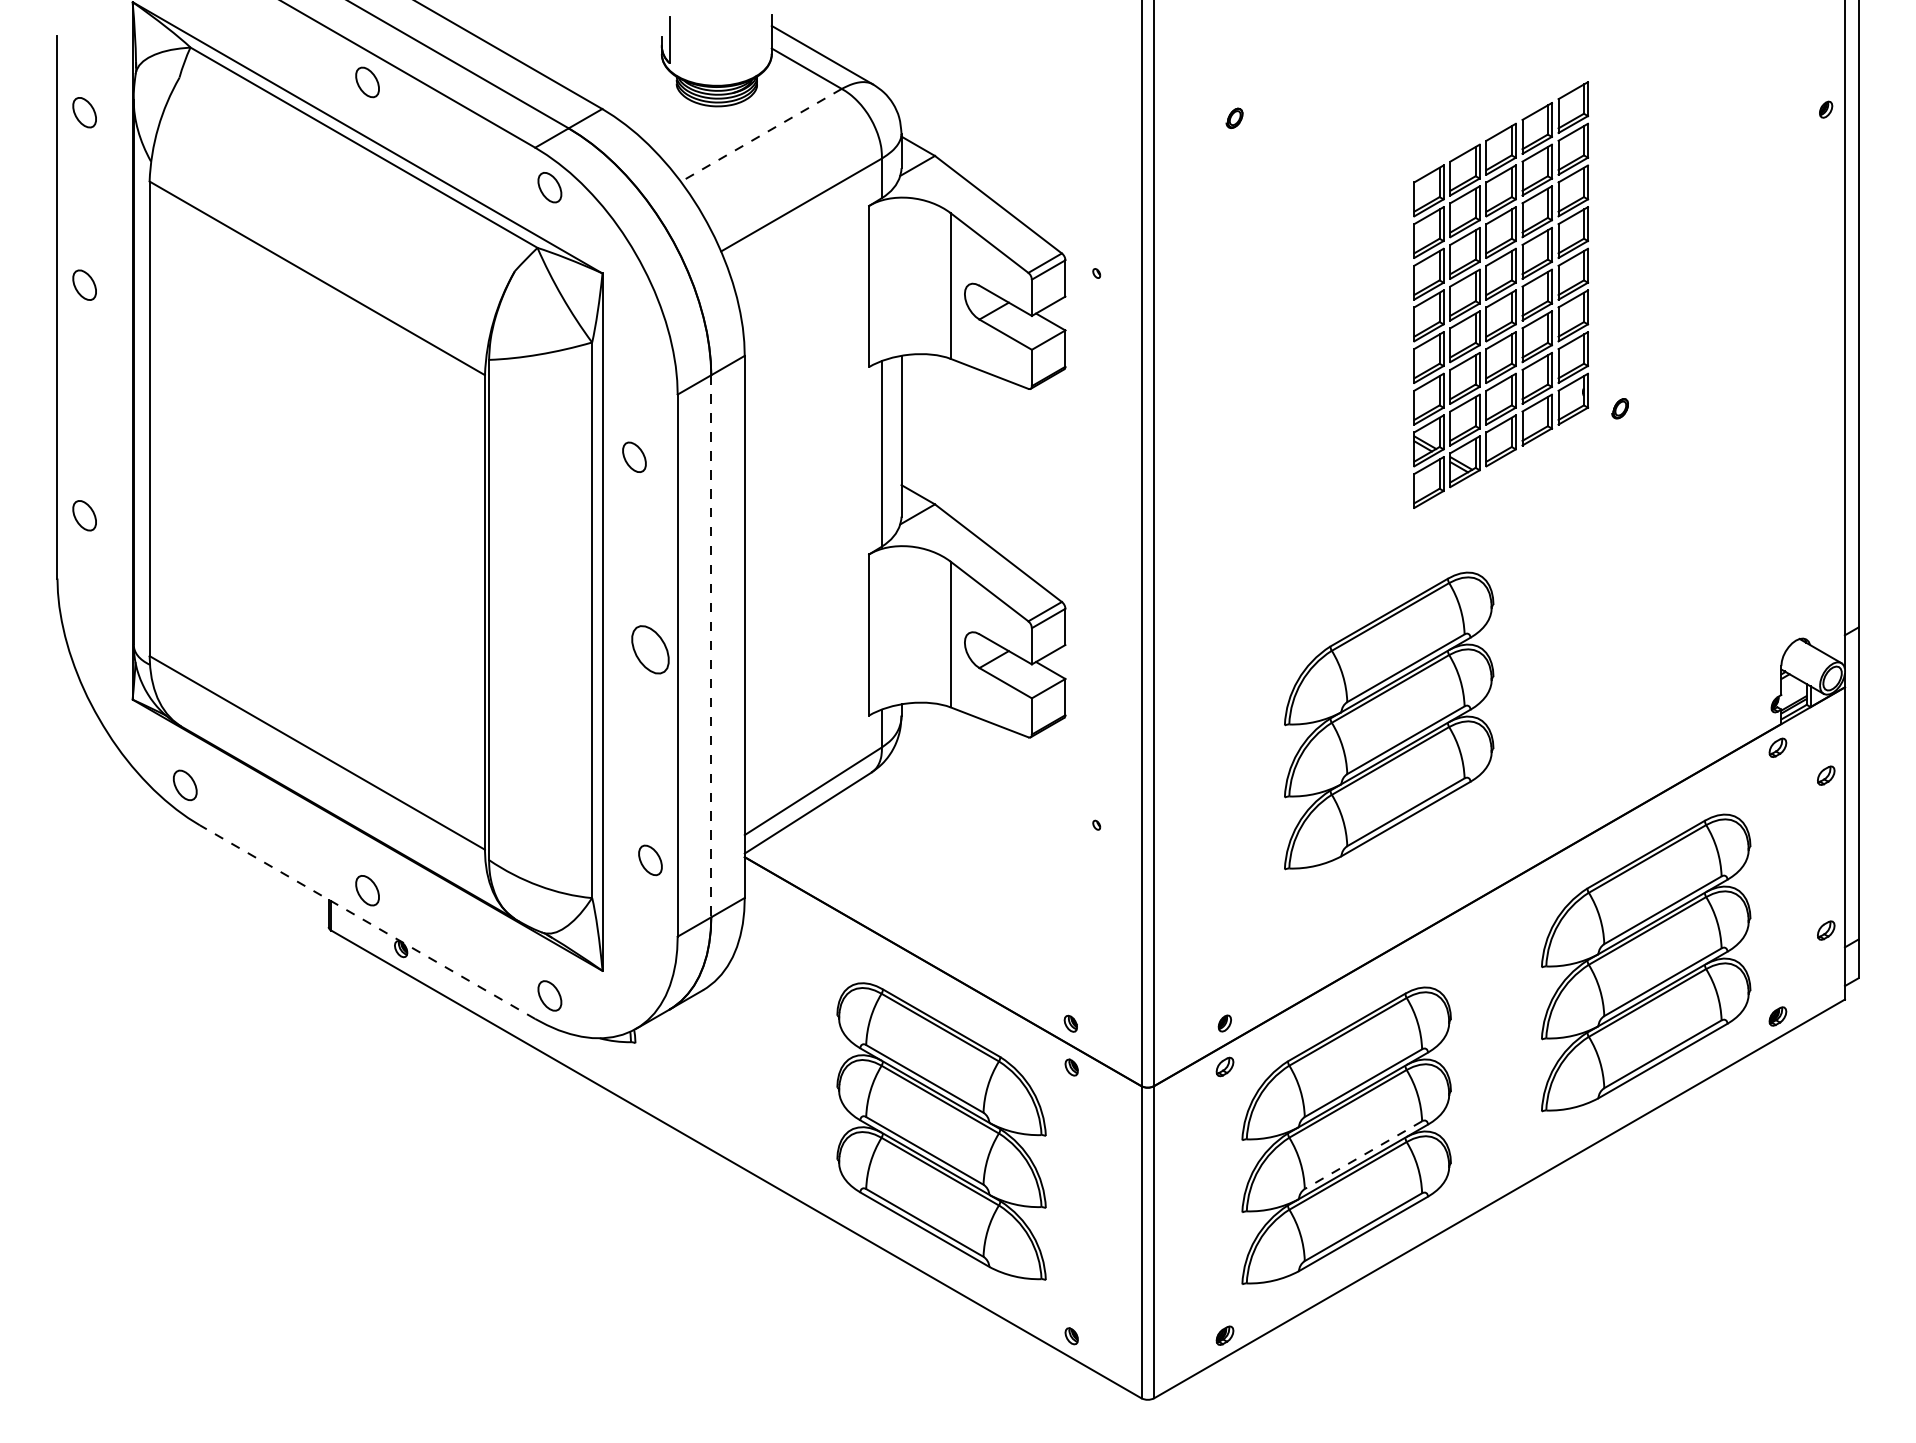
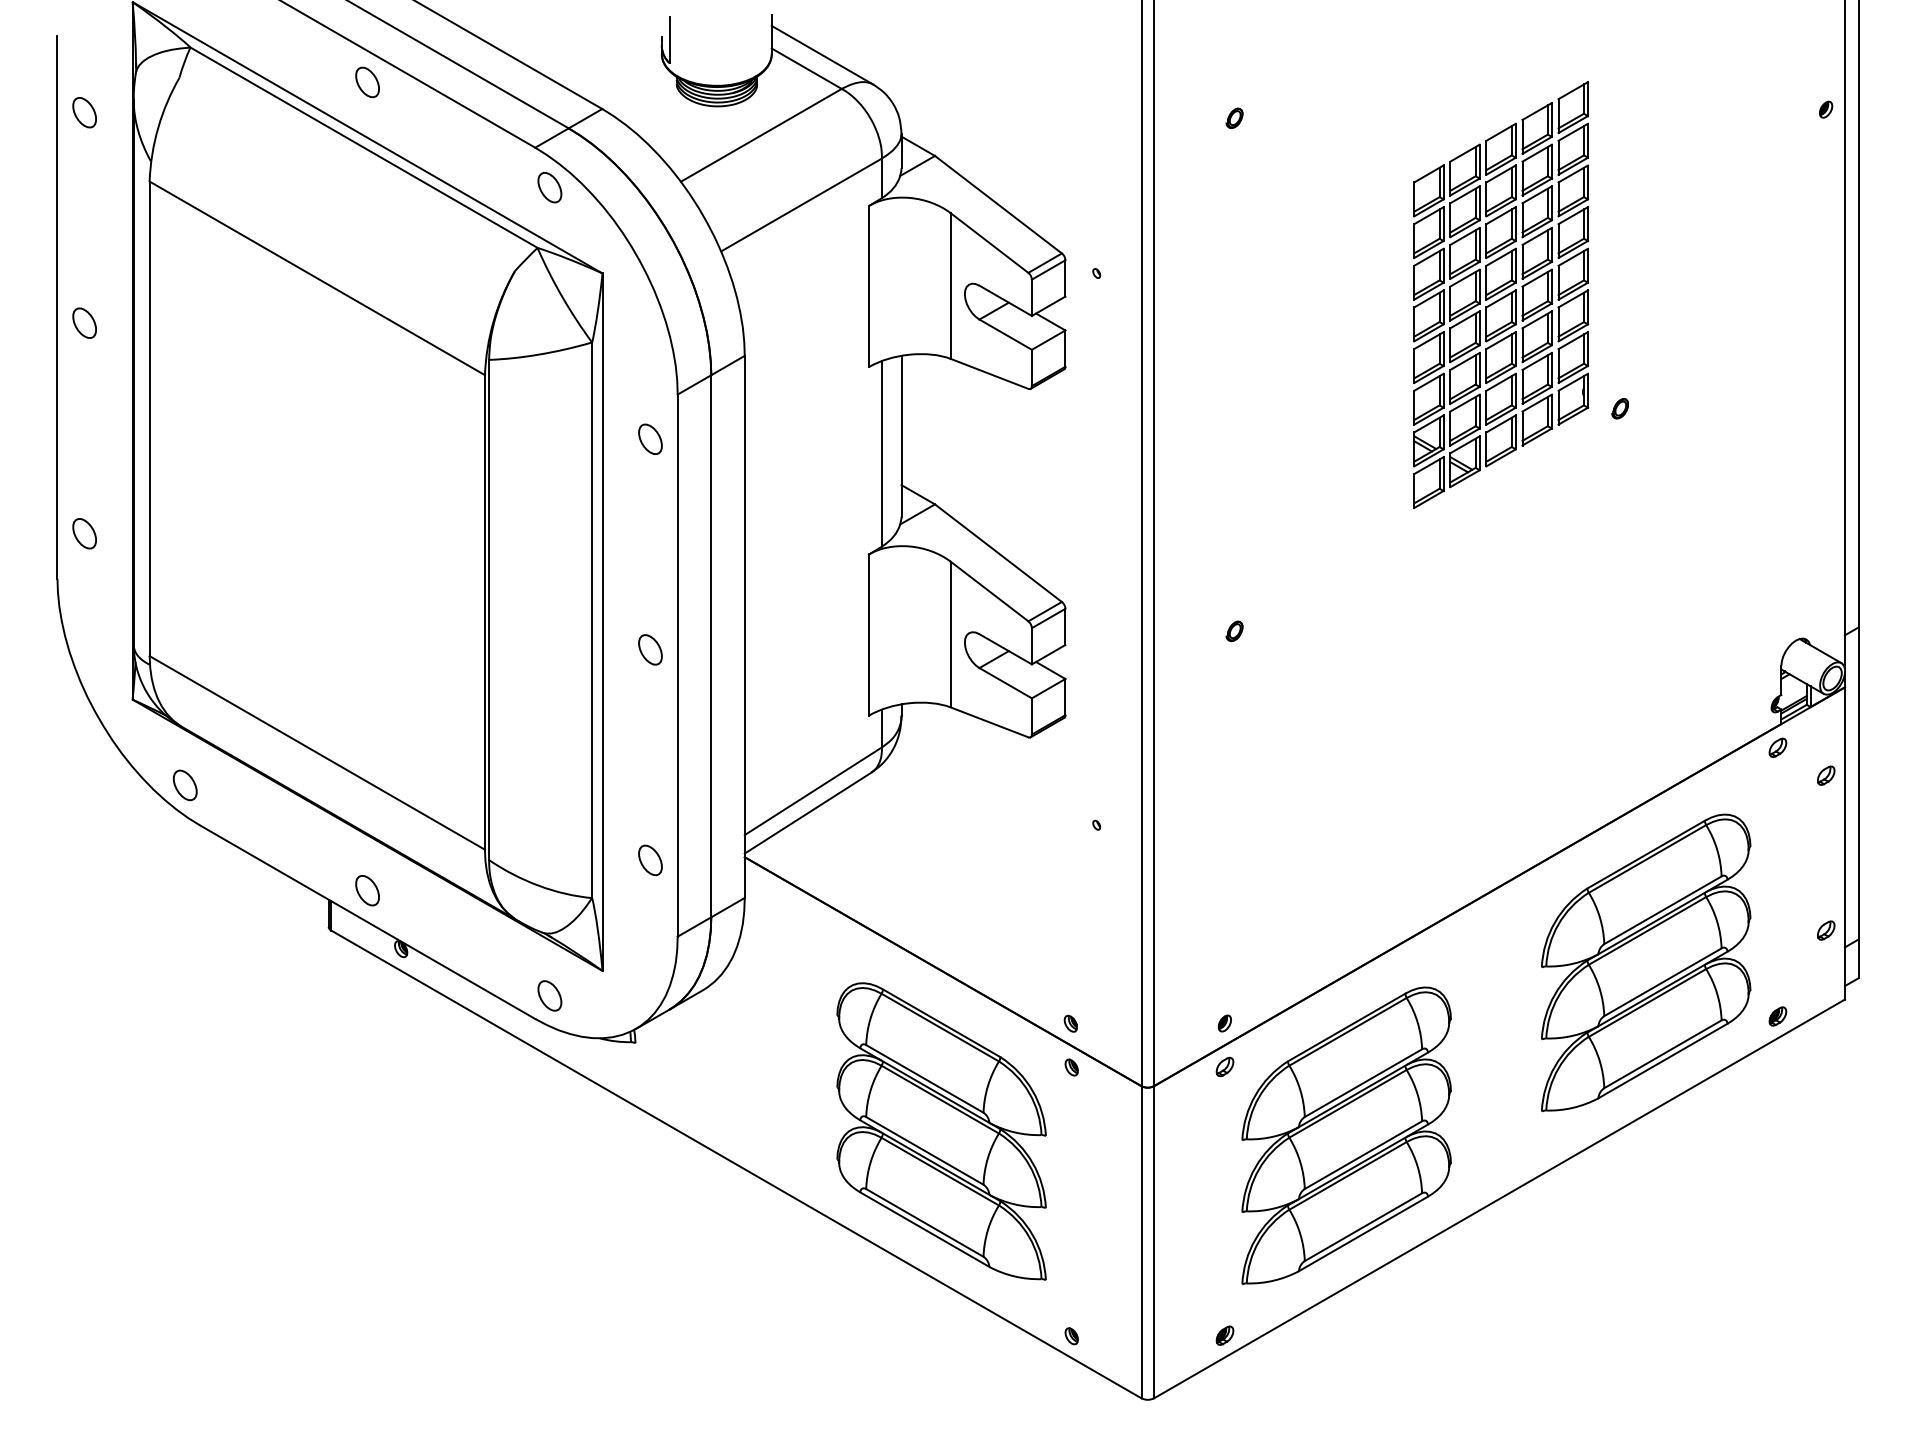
line at (761, 135): dashed -> solid
part at (84, 284) position: (84, 284) -> (84, 322)
part at (634, 456) position: (634, 456) -> (650, 438)
part at (84, 515) position: (84, 515) -> (84, 533)
part at (1234, 631): none -> present
line at (711, 646): dashed -> solid
part at (650, 649) size: 39x50 px -> 25x32 px
part at (1389, 720): present -> none
line at (367, 922): dashed -> solid
line at (1363, 1155): dashed -> solid
